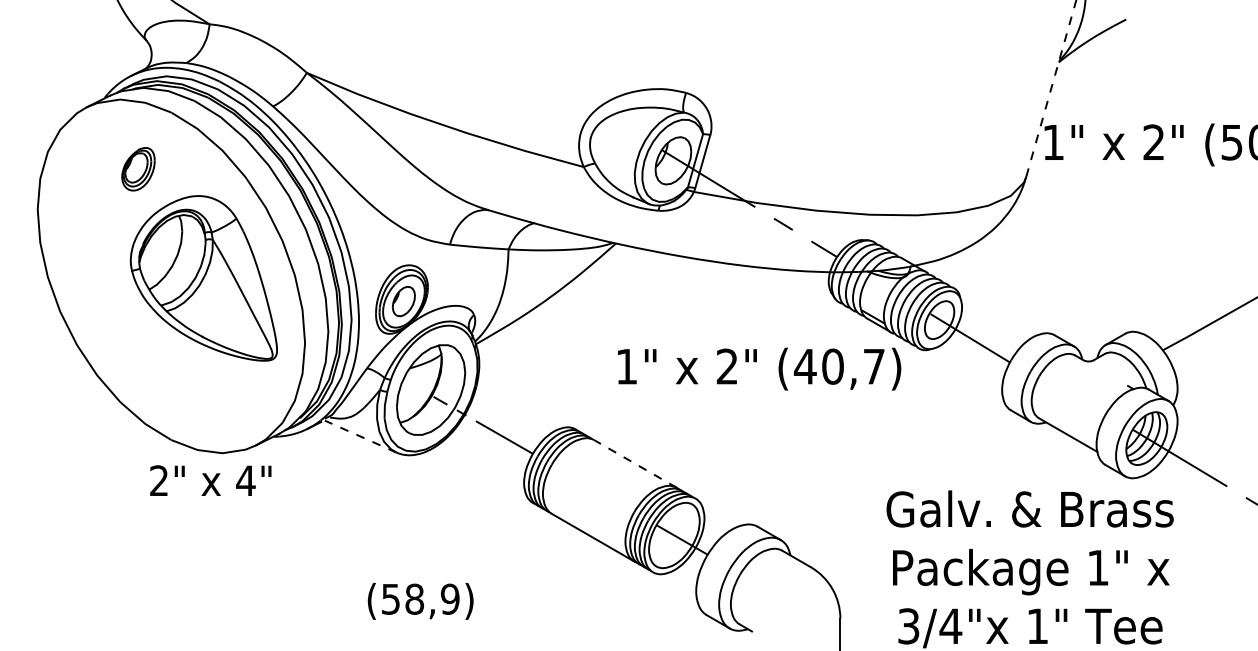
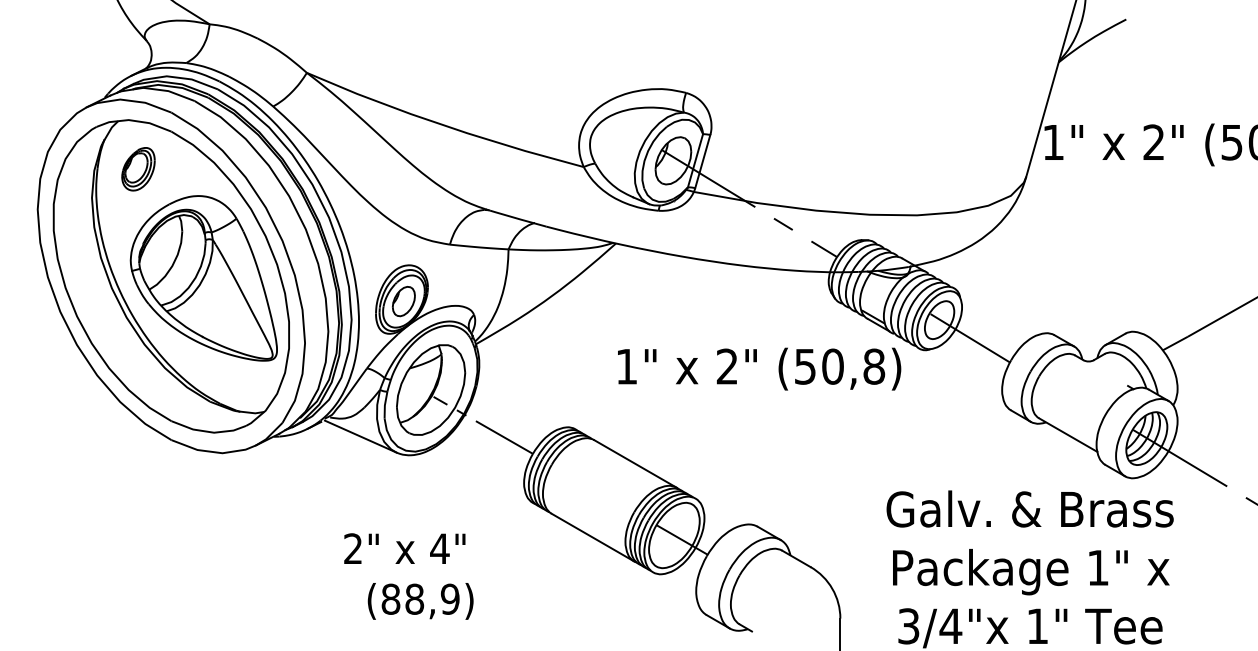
line at (1051, 88): dashed -> solid
part at (170, 276): none -> present
text at (839, 366): (40,7) -> (50,8)
line at (360, 436): dashed -> solid
line at (635, 463): dashed -> solid
text at (210, 480) position: (210, 480) -> (404, 548)
text at (390, 598): (58,9) -> (88,9)
